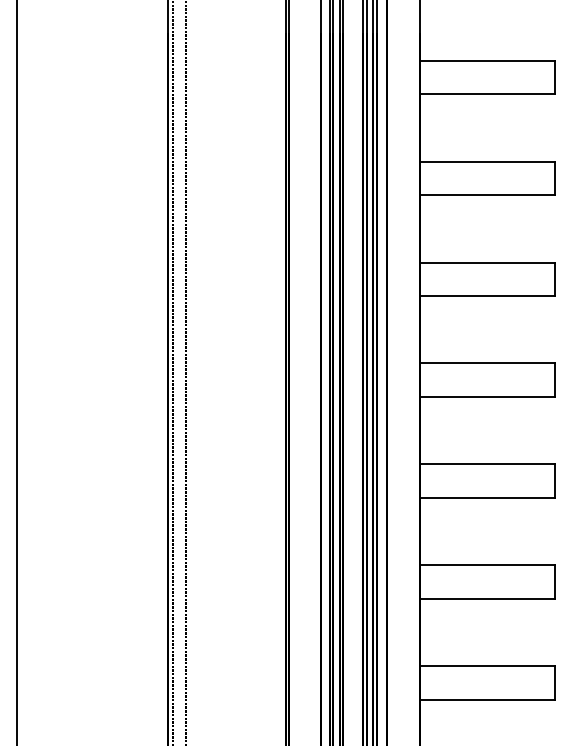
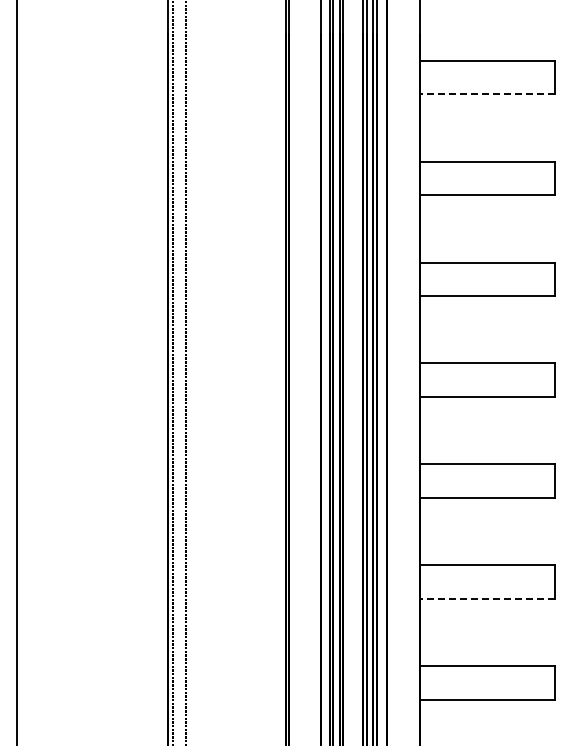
line at (487, 94): solid -> dashed
line at (487, 598): solid -> dashed
